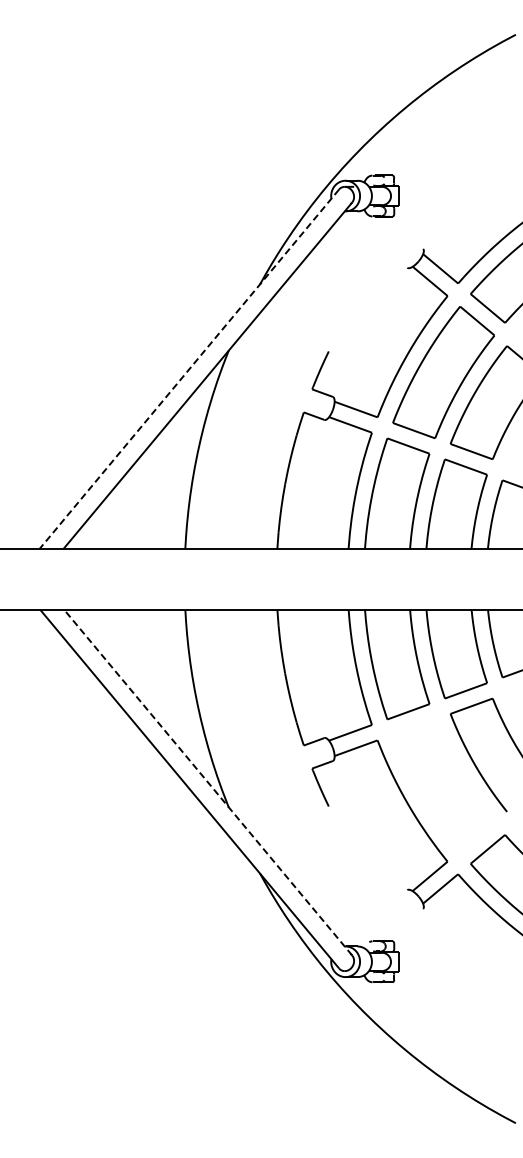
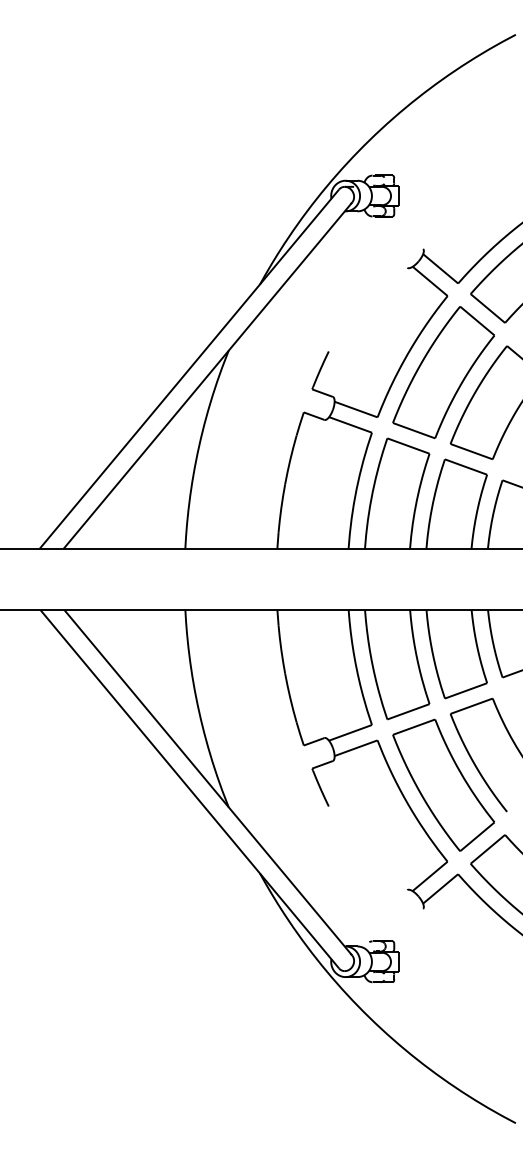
line at (189, 369): dashed -> solid
line at (208, 782): dashed -> solid
part at (443, 784): none -> present
